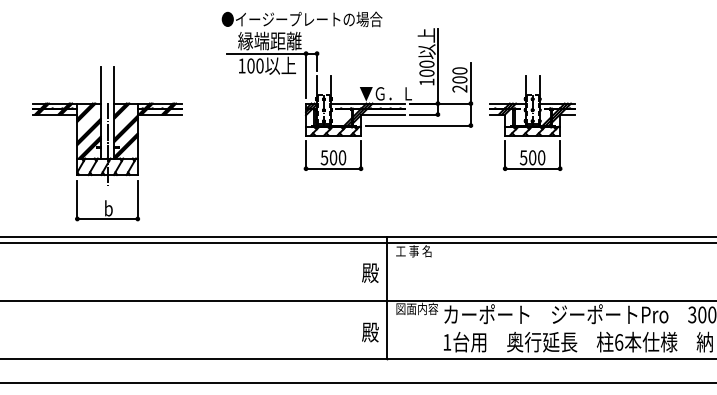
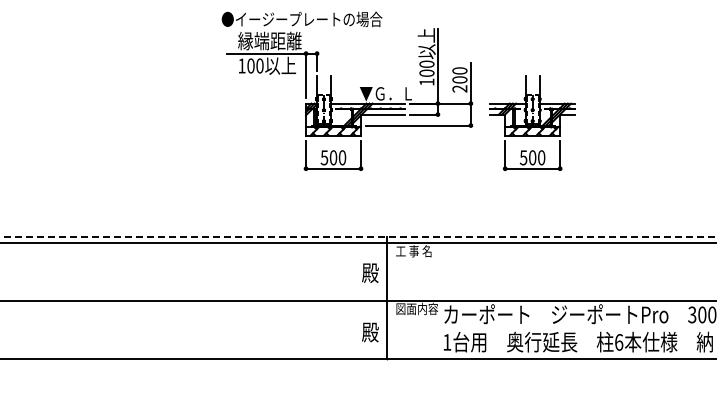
part at (107, 143): present -> none
line at (357, 236): solid -> dashed
line at (357, 383): present -> none
